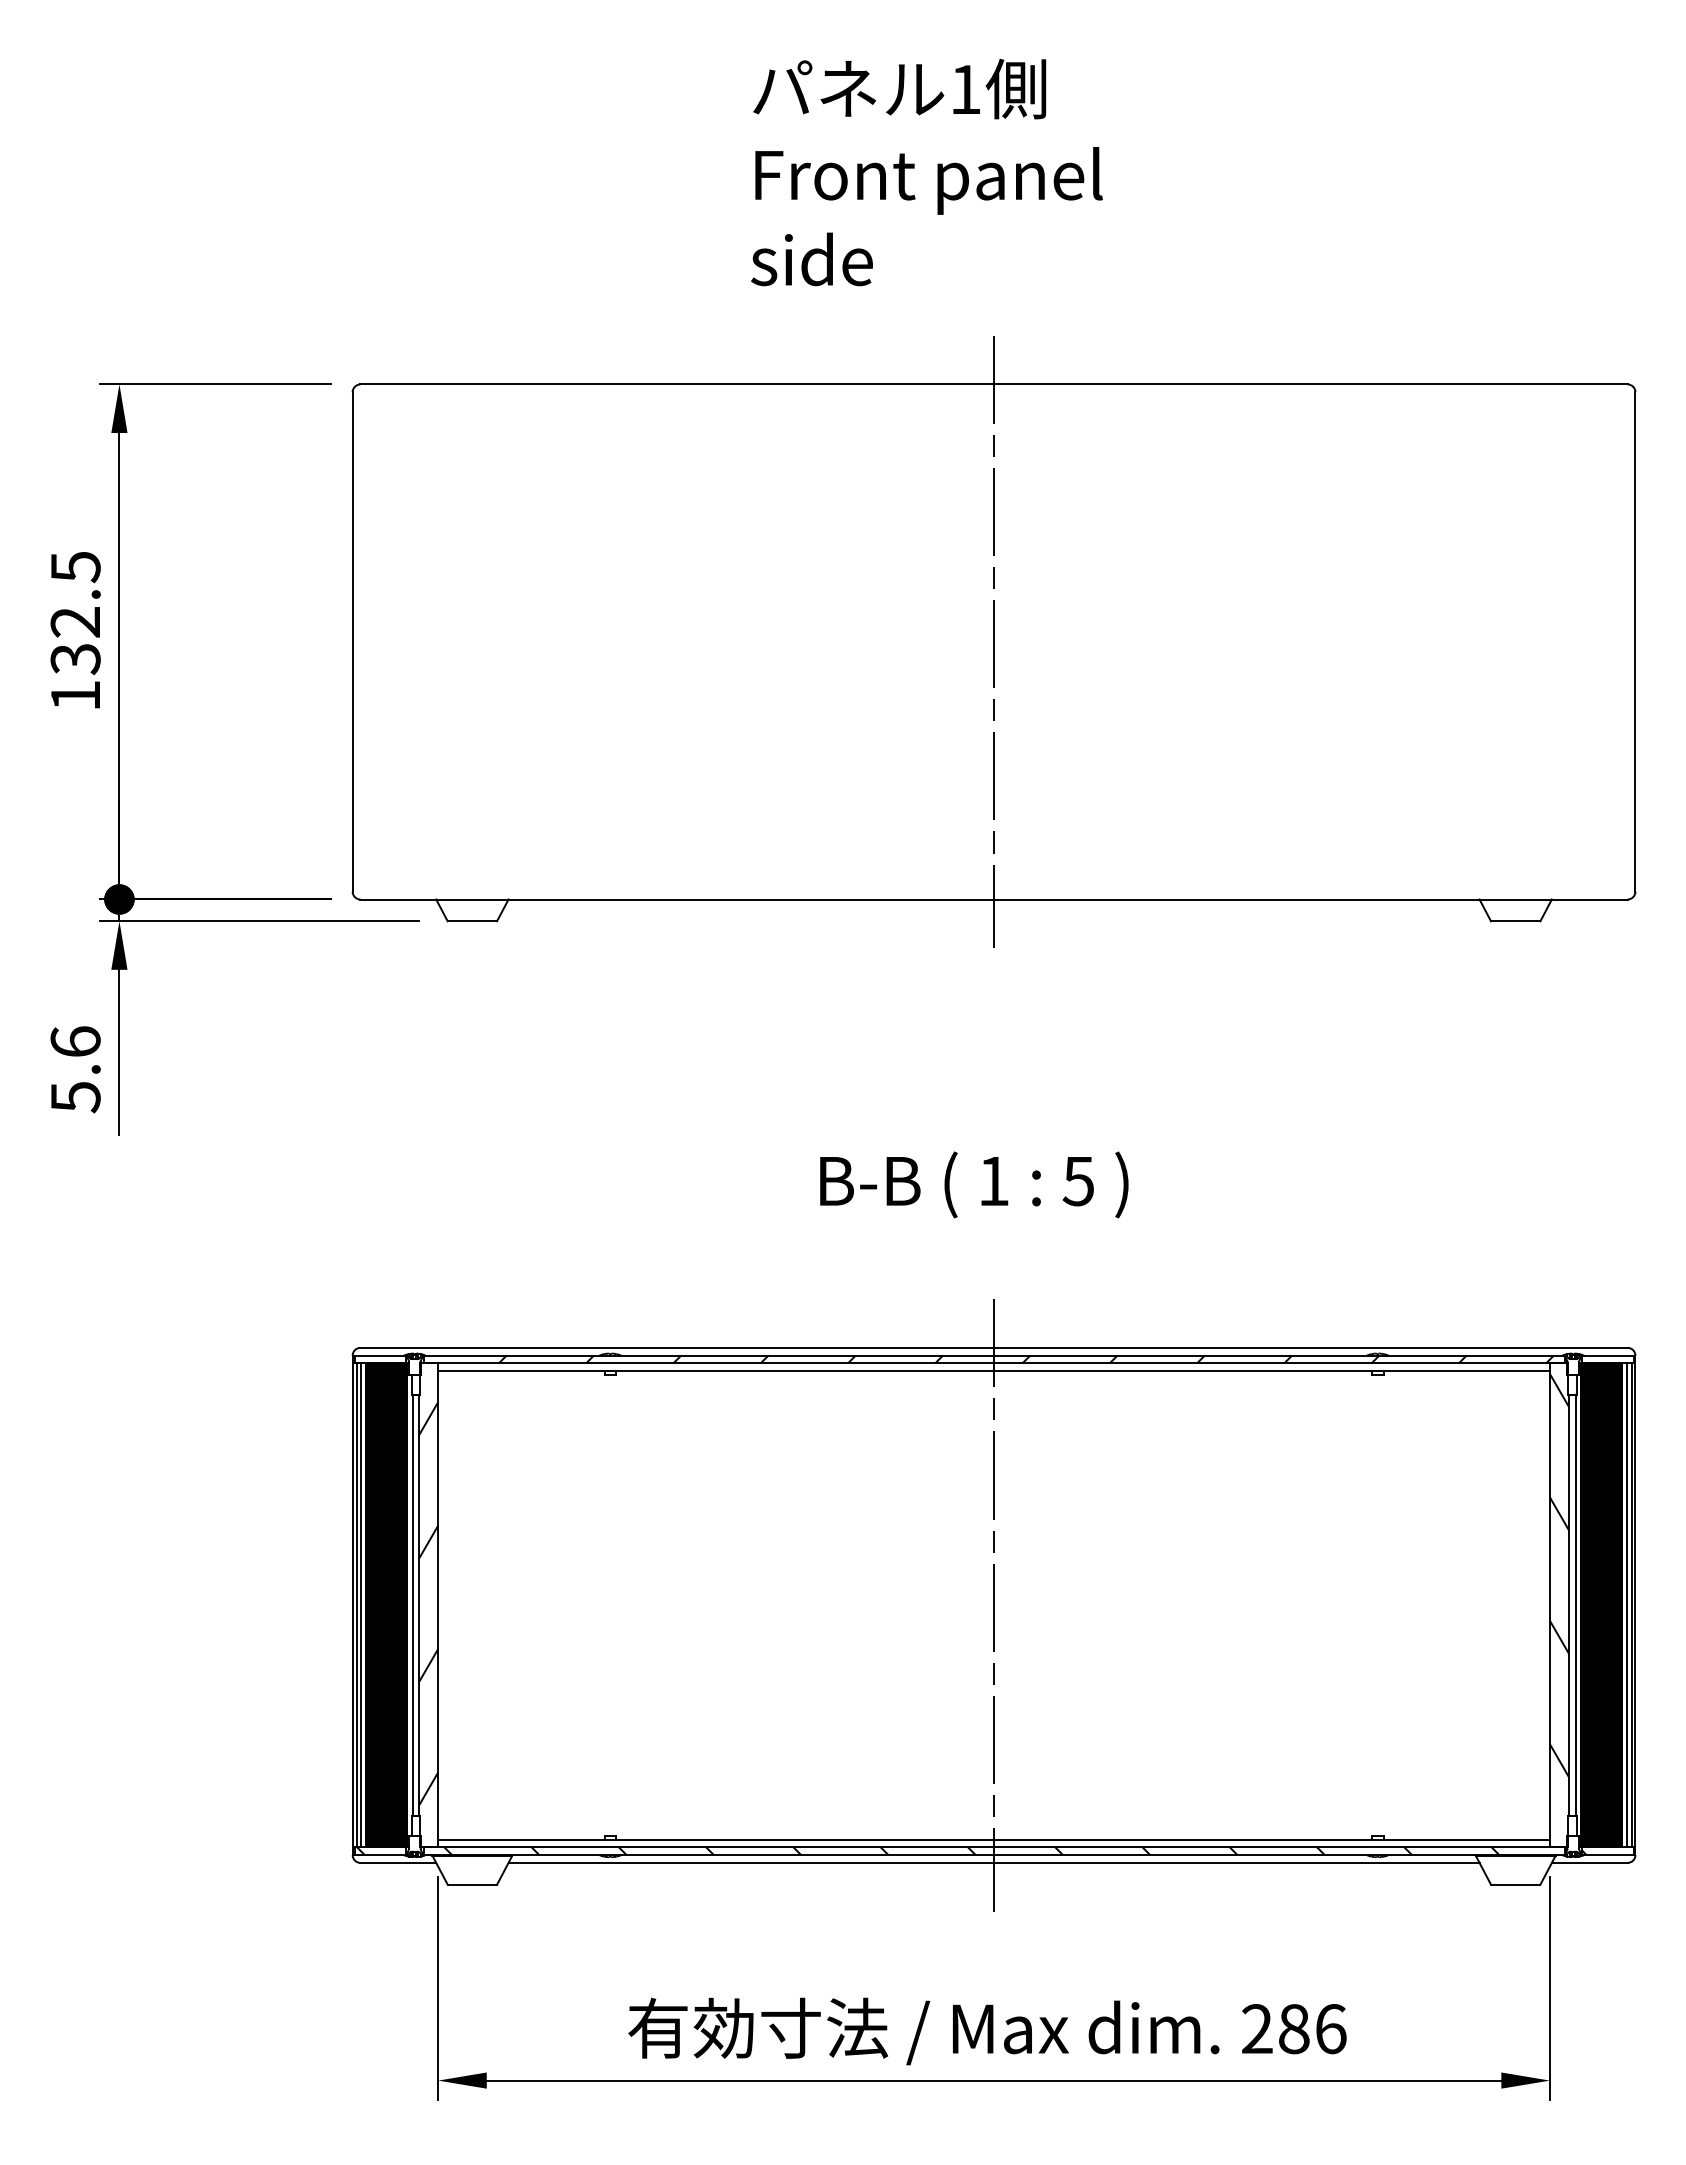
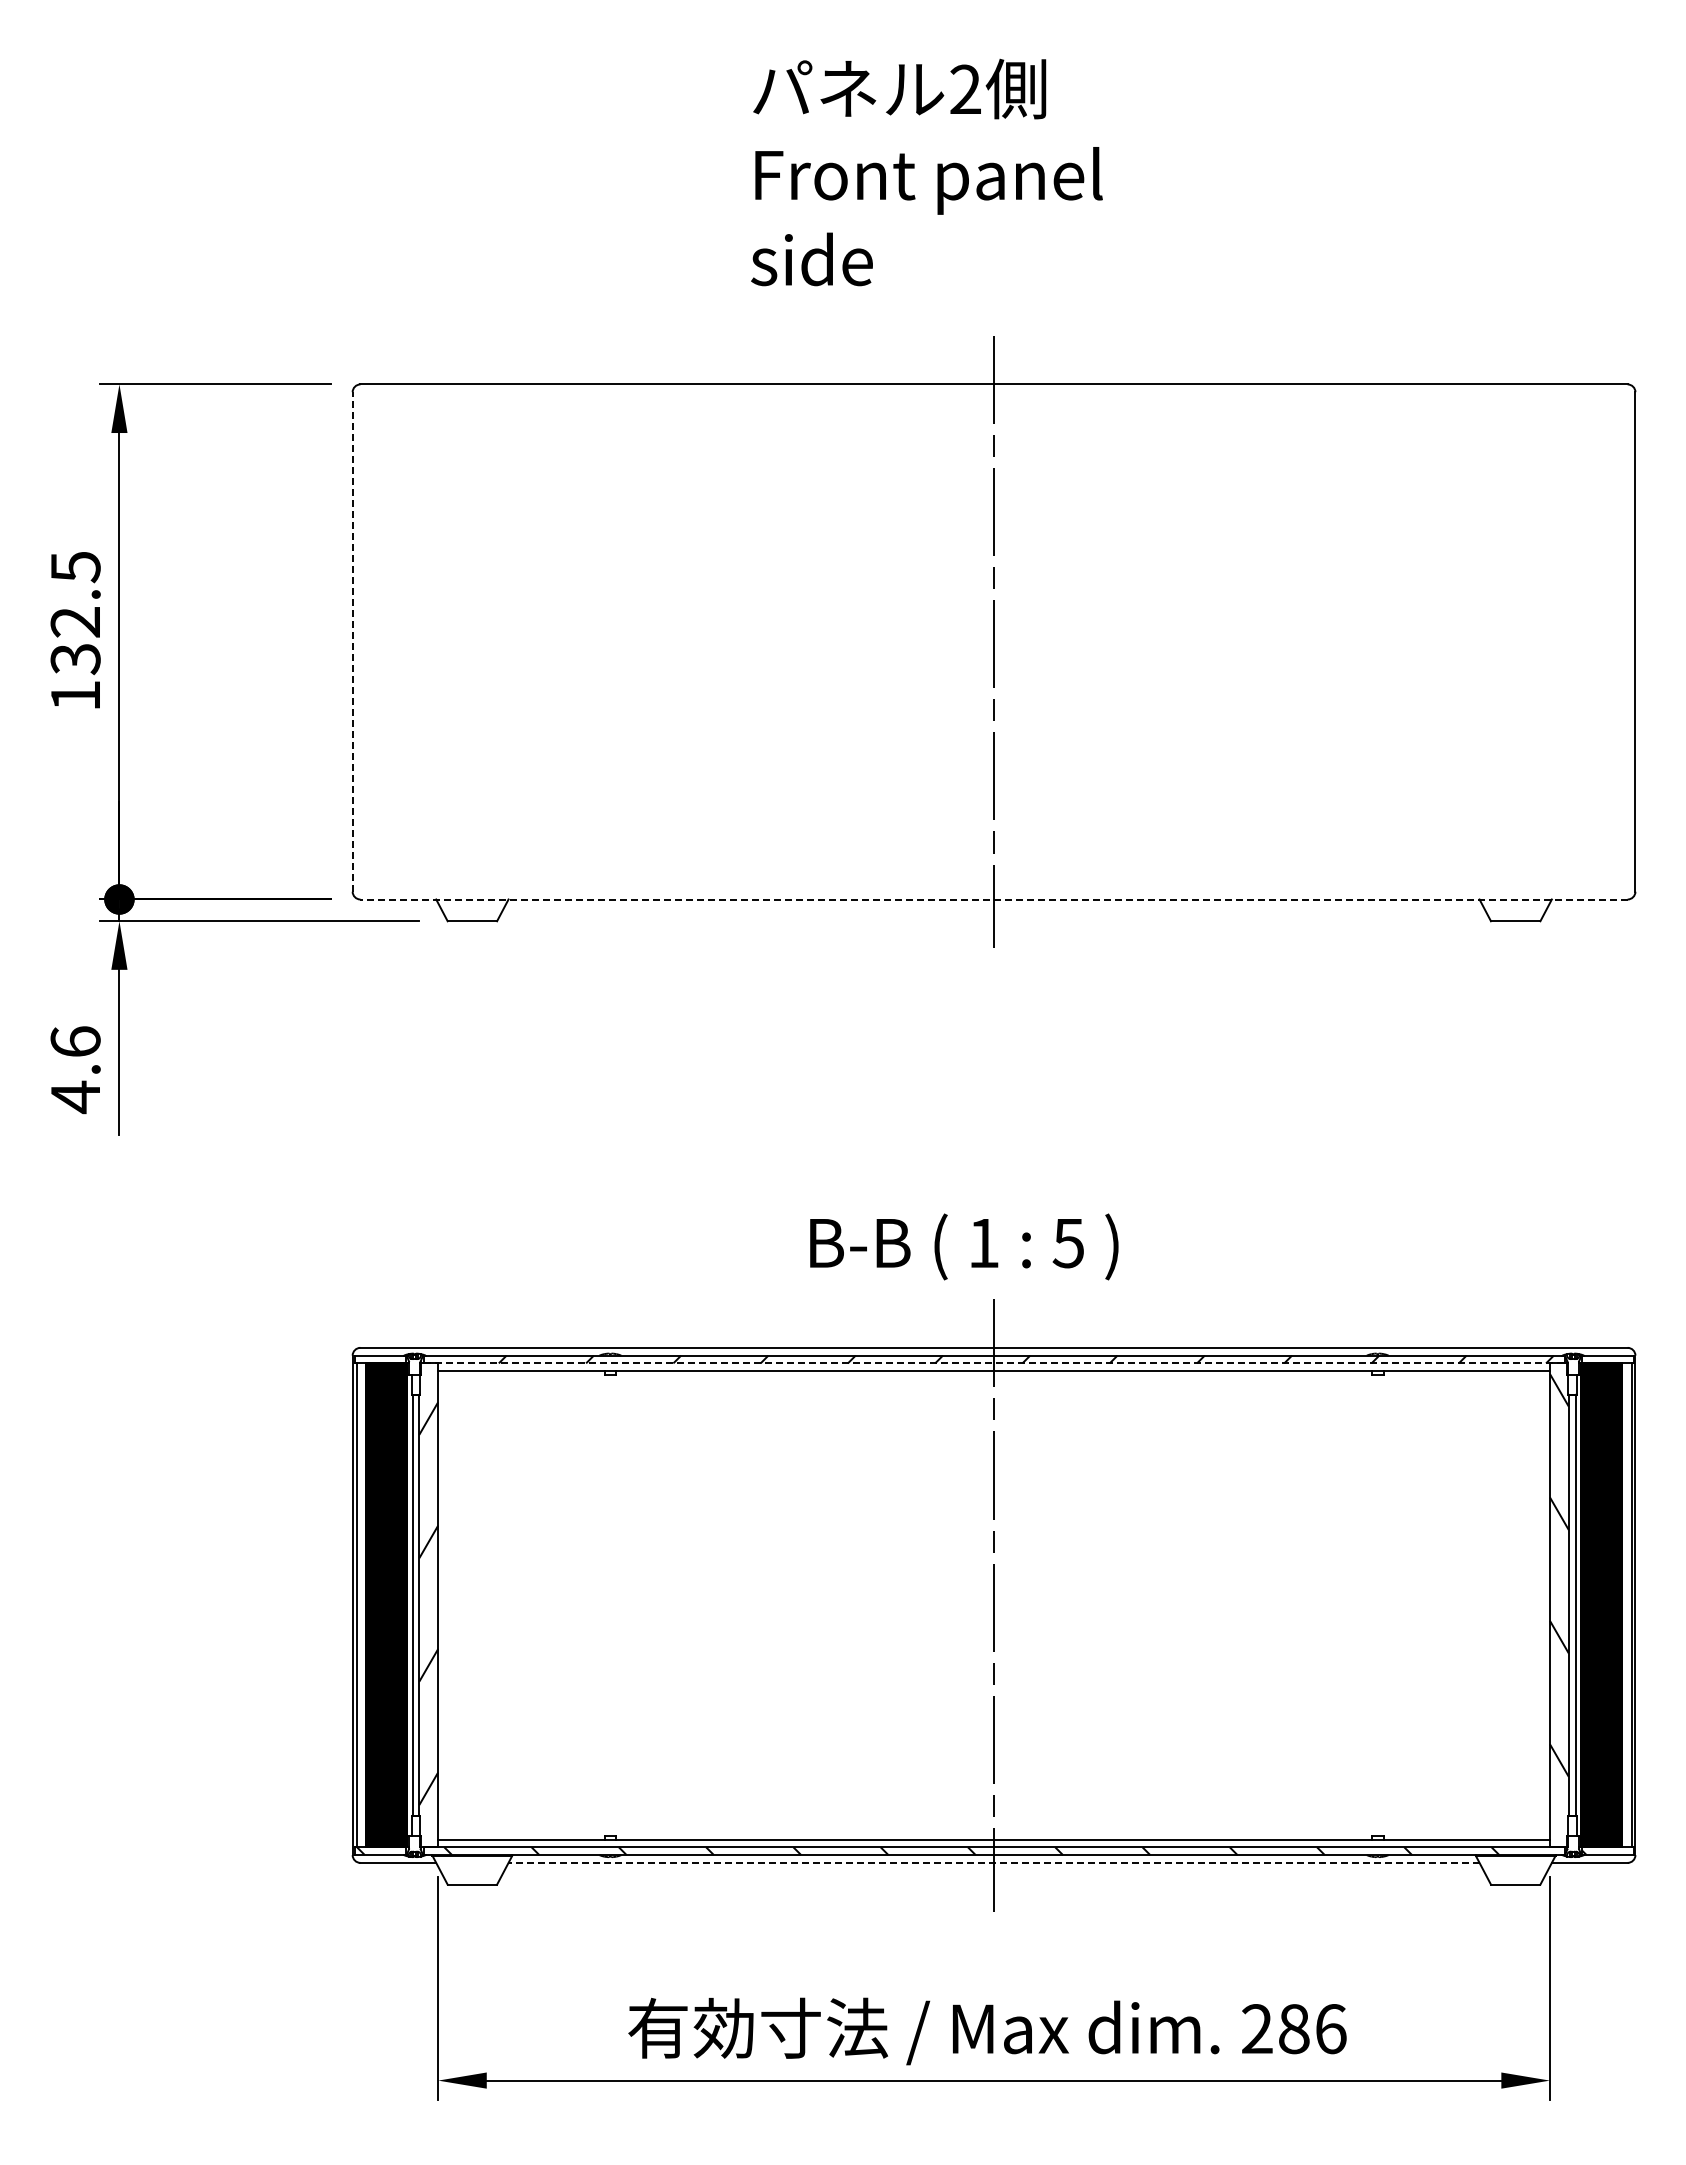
text at (965, 88): 1 -> 2
line at (352, 641): solid -> dashed
line at (994, 899): solid -> dashed
text at (75, 1097): 5.6 -> 4.6
text at (974, 1184) position: (974, 1184) -> (964, 1246)
line at (994, 1363): solid -> dashed
line at (361, 1605): present -> none
line at (1626, 1605): present -> none
line at (994, 1862): solid -> dashed
